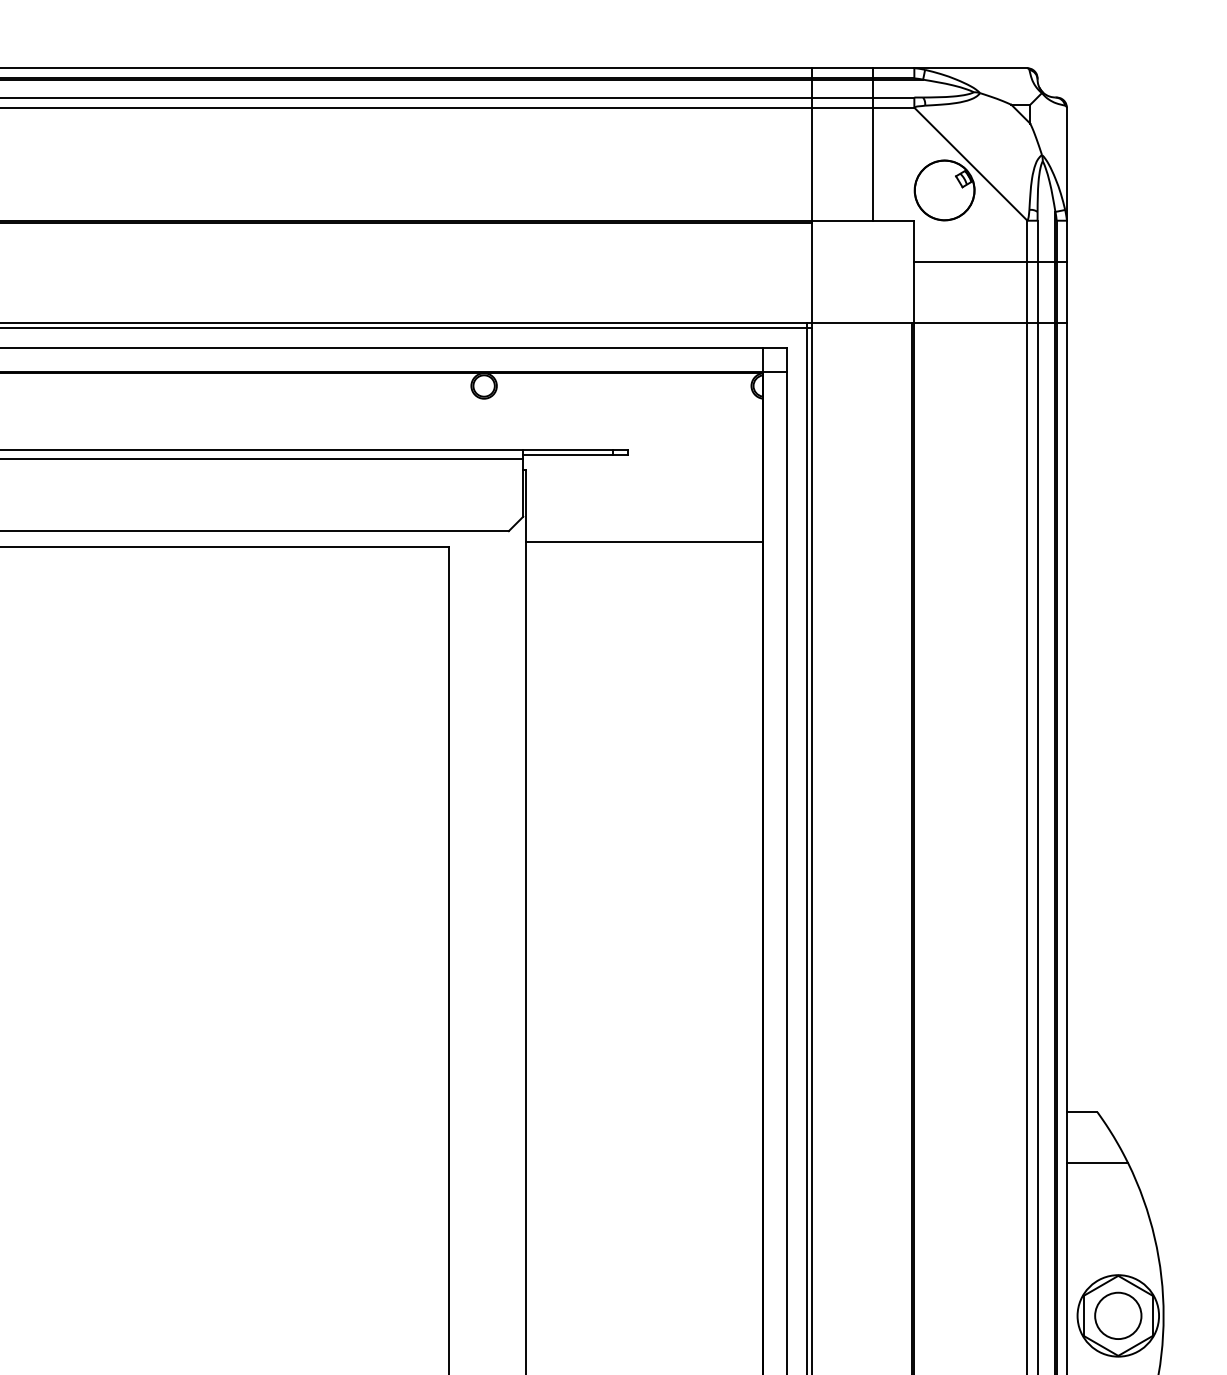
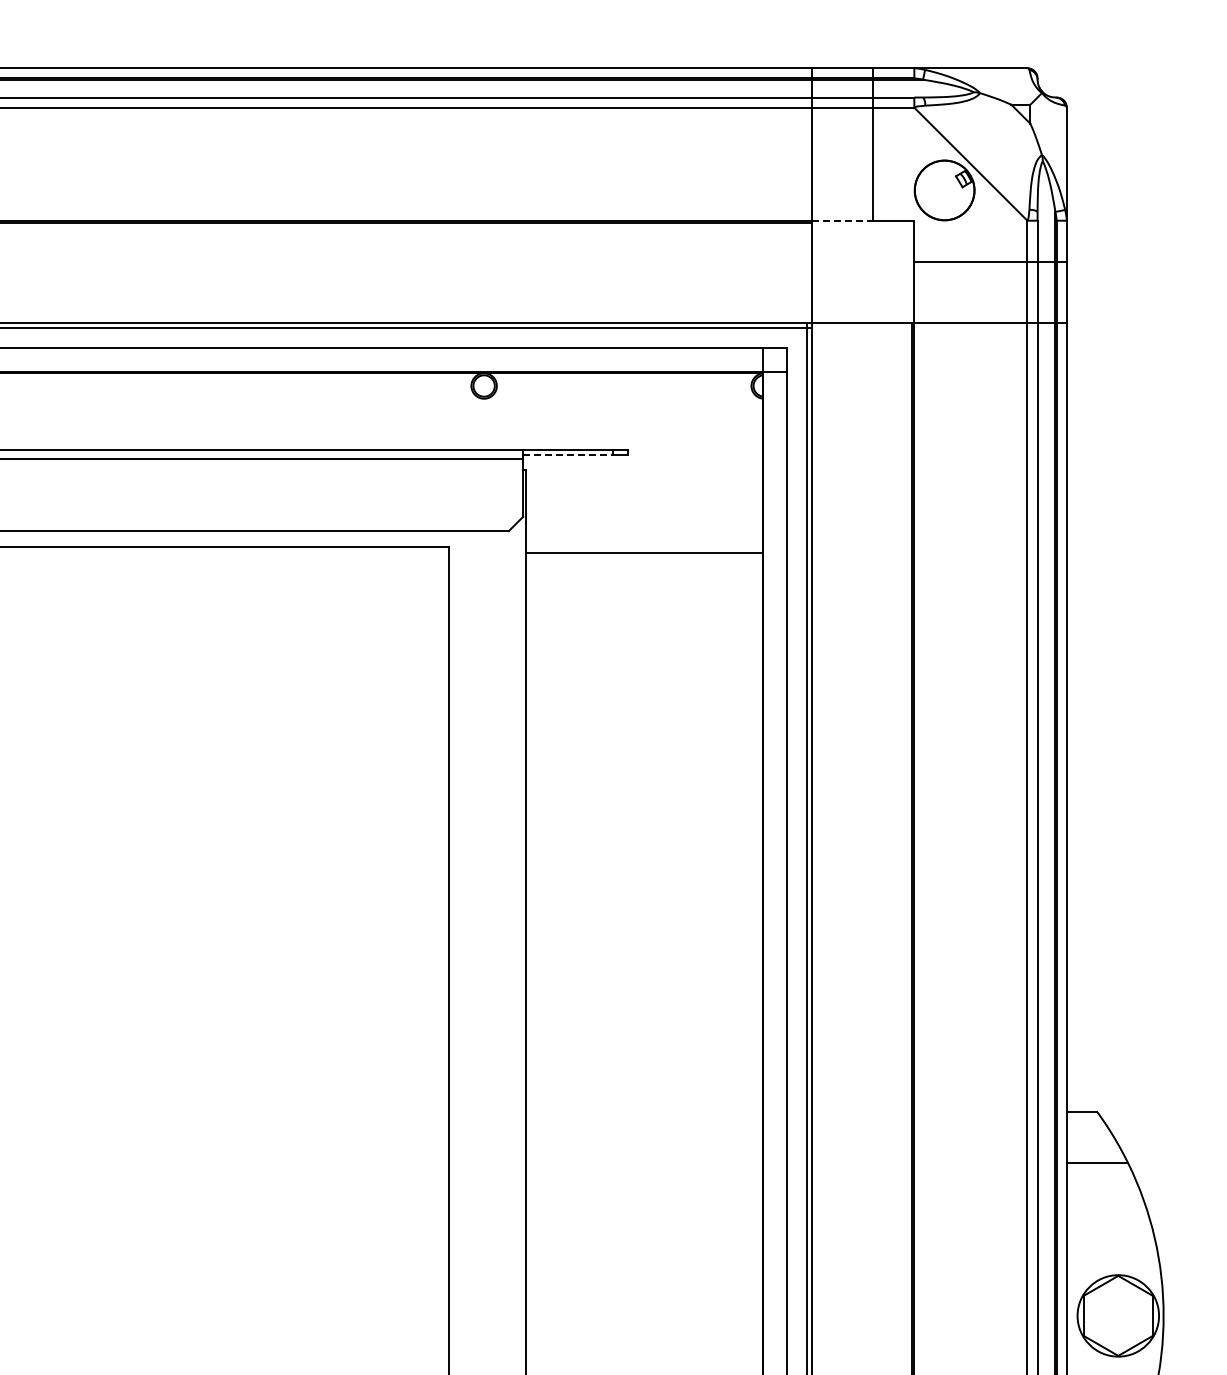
line at (842, 221): solid -> dashed
line at (568, 454): solid -> dashed
line at (643, 542) position: (643, 542) -> (643, 553)
circle at (1118, 1315): present -> none
